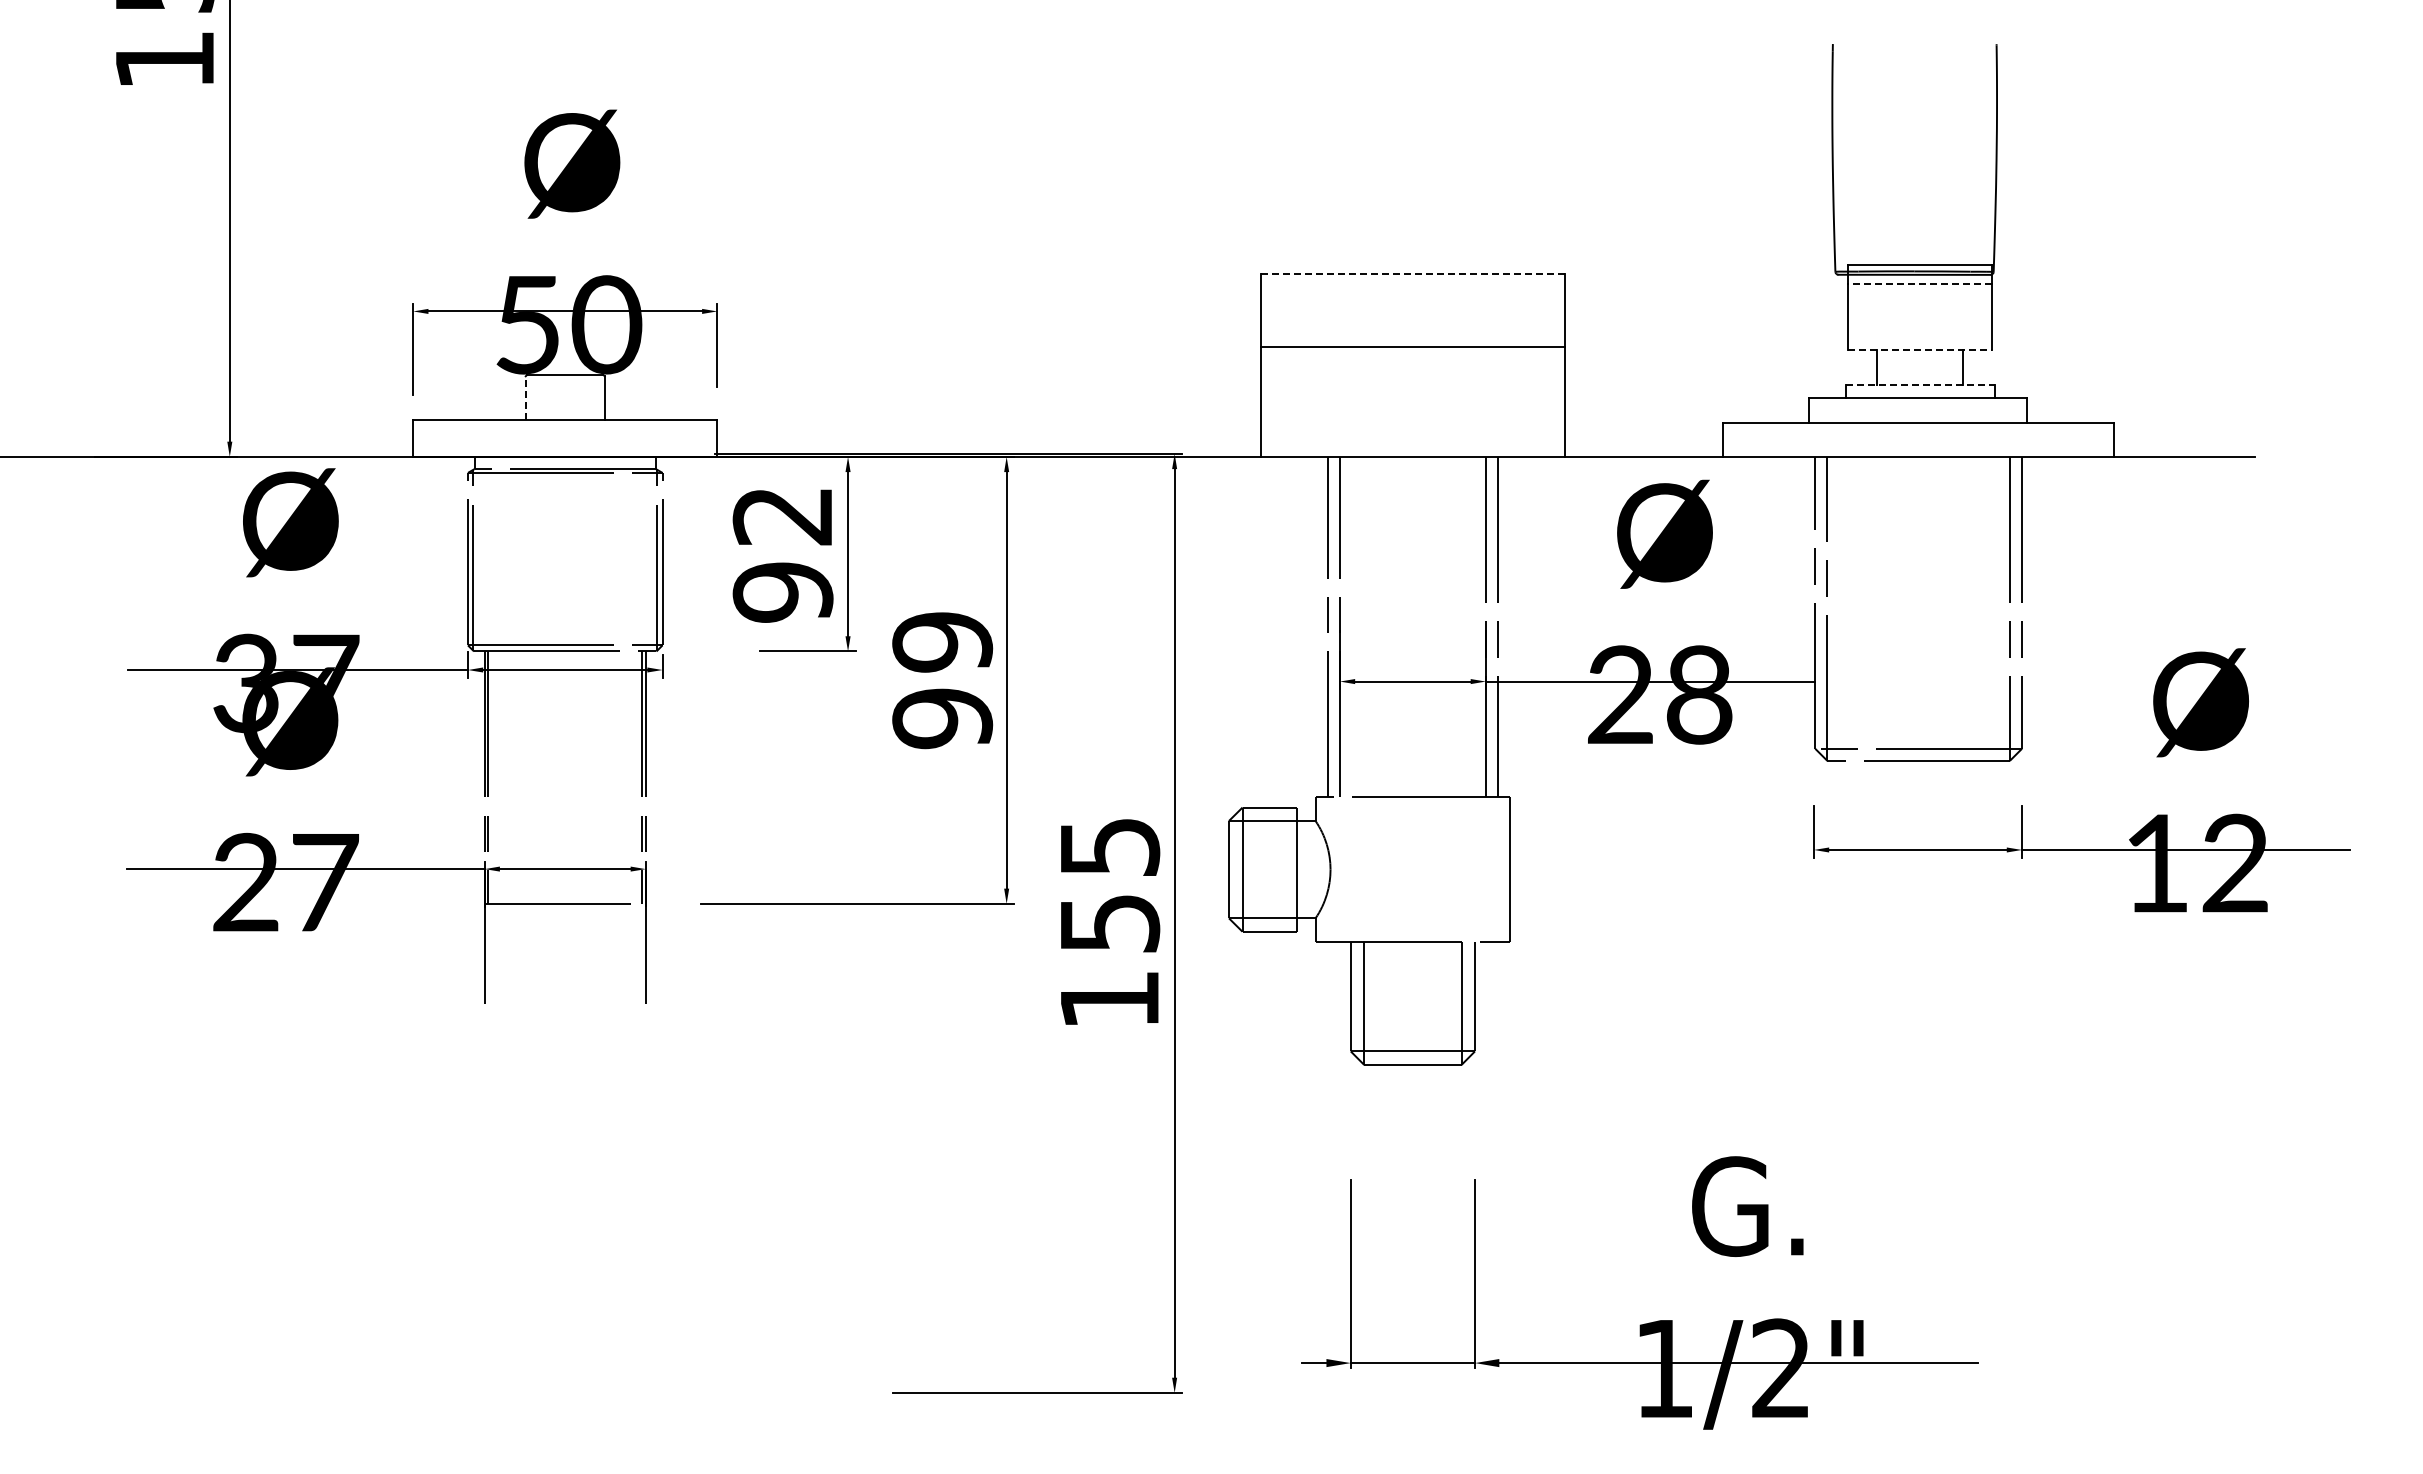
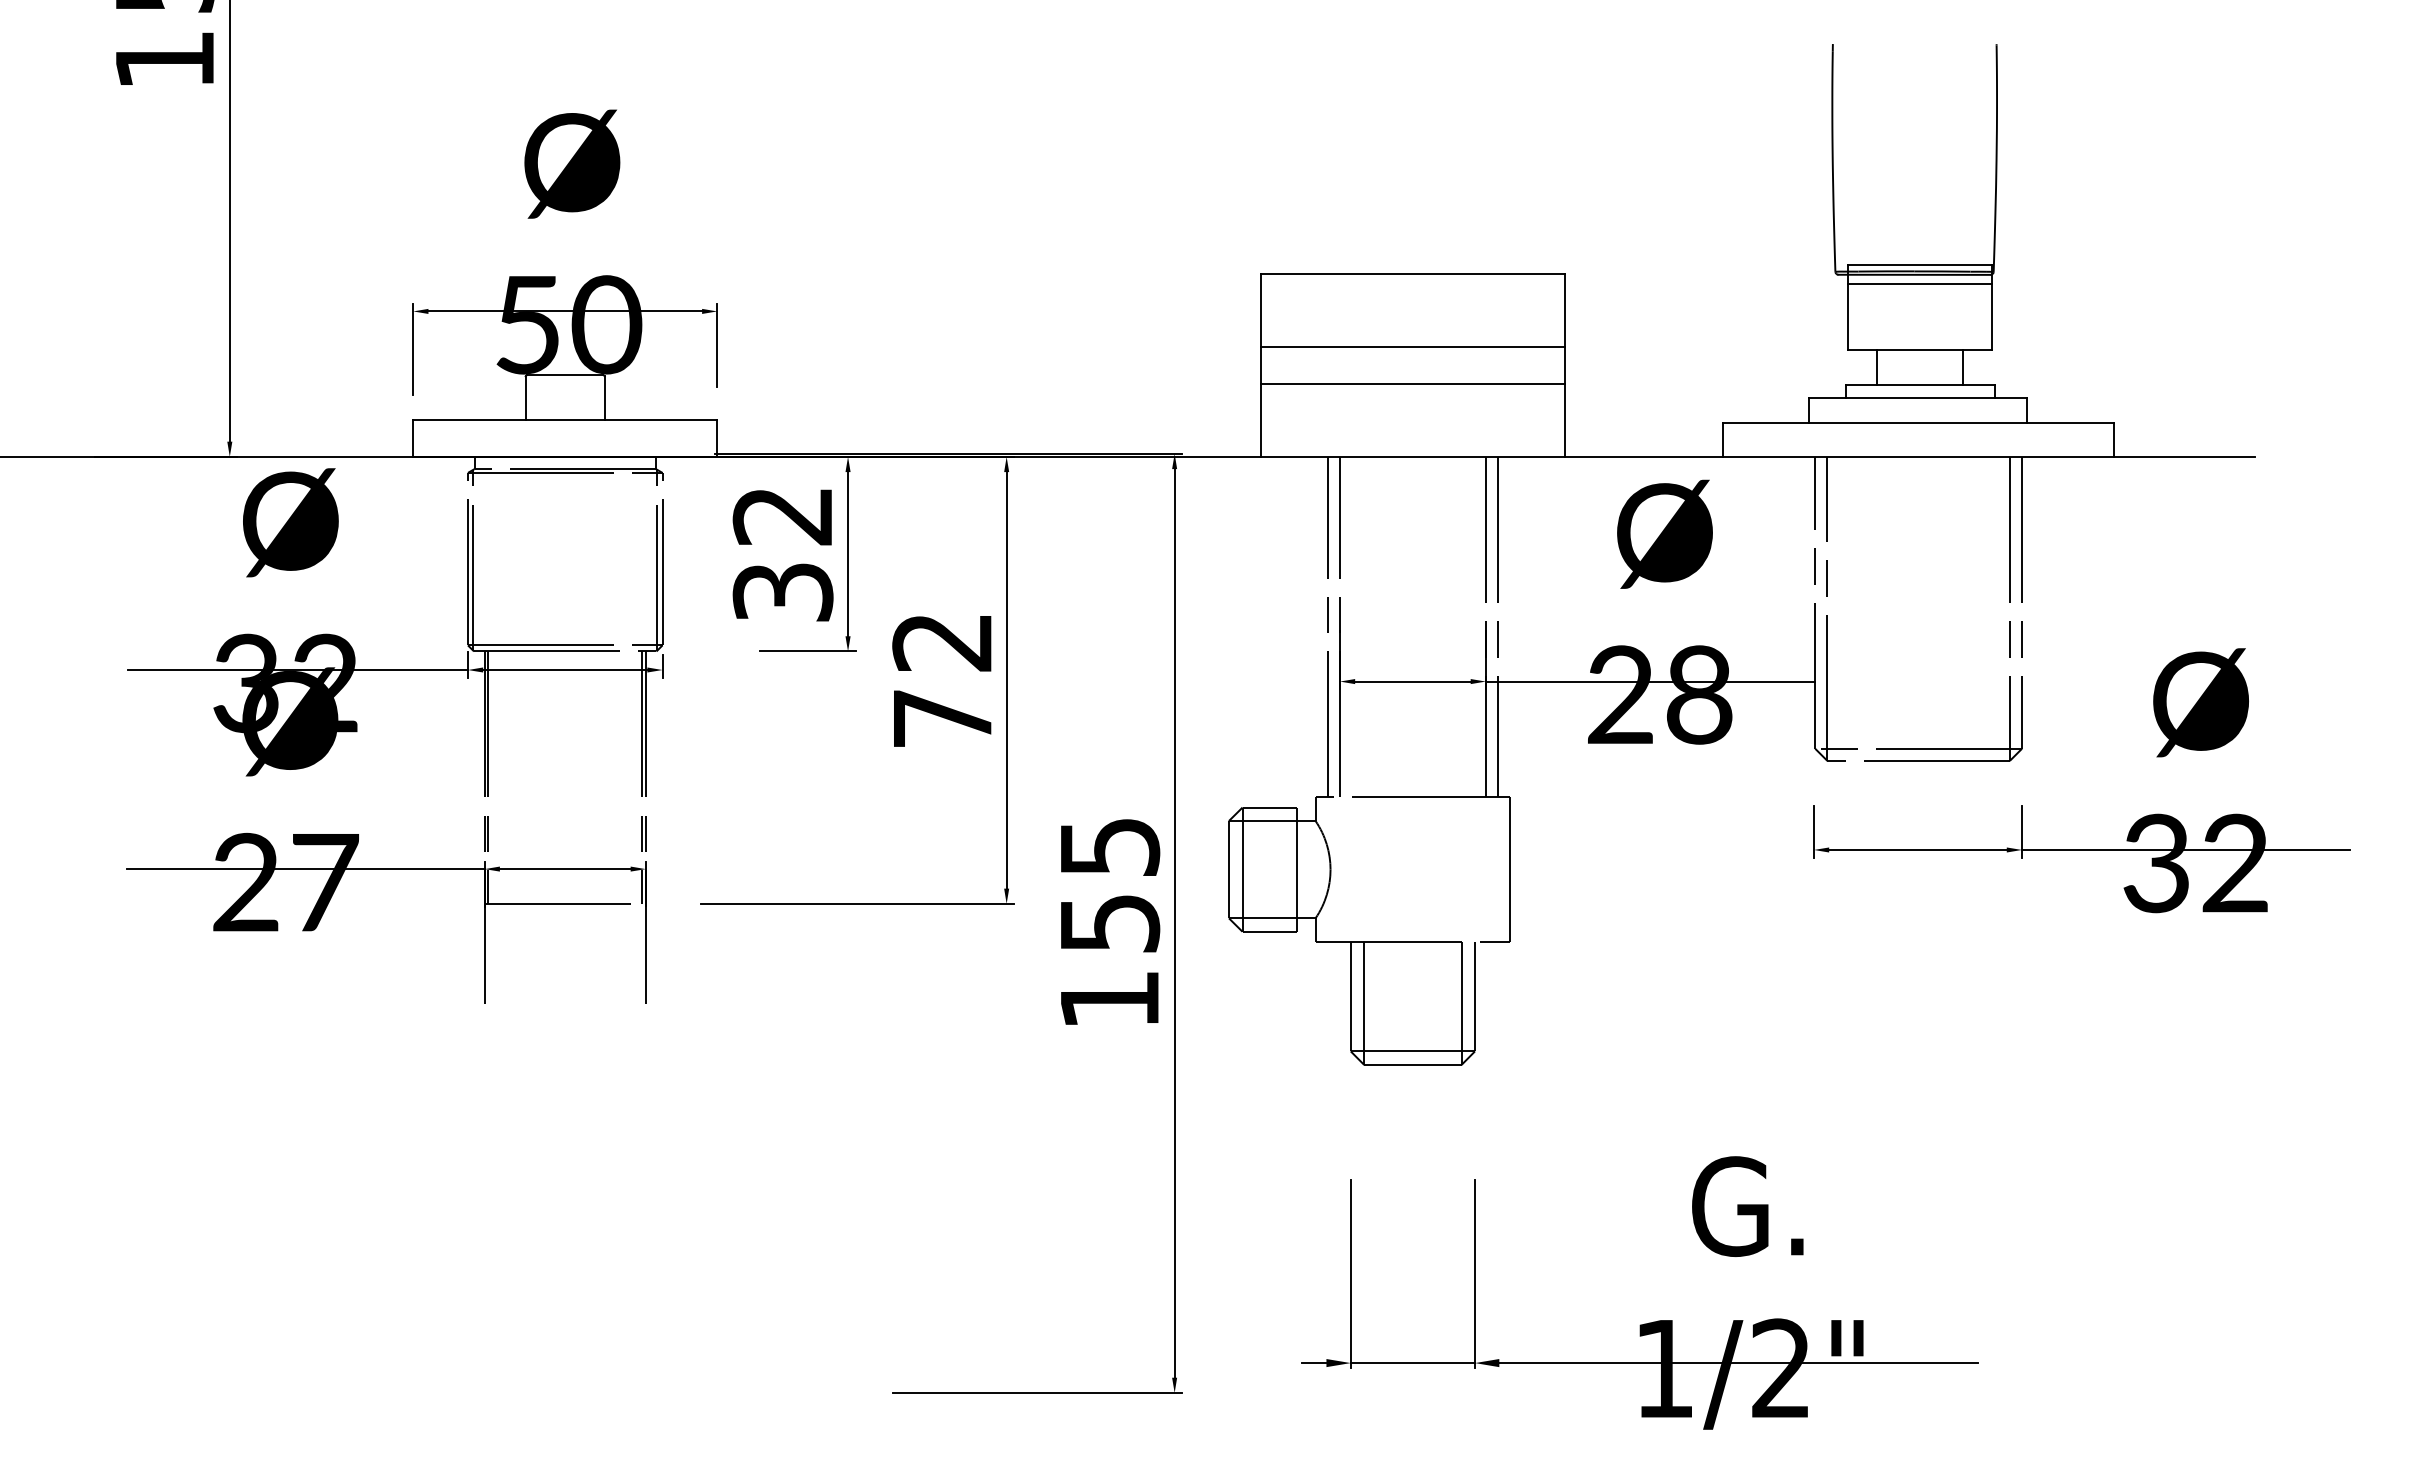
line at (1413, 274): dashed -> solid
line at (1919, 284): dashed -> solid
line at (1919, 350): dashed -> solid
line at (1412, 383): none -> present
line at (1920, 385): dashed -> solid
line at (525, 397): dashed -> solid
text at (782, 592): 92 -> 32
text at (942, 680): 99 -> 72
text at (326, 682): 37 -> 32
text at (2155, 863): 12 -> 32
